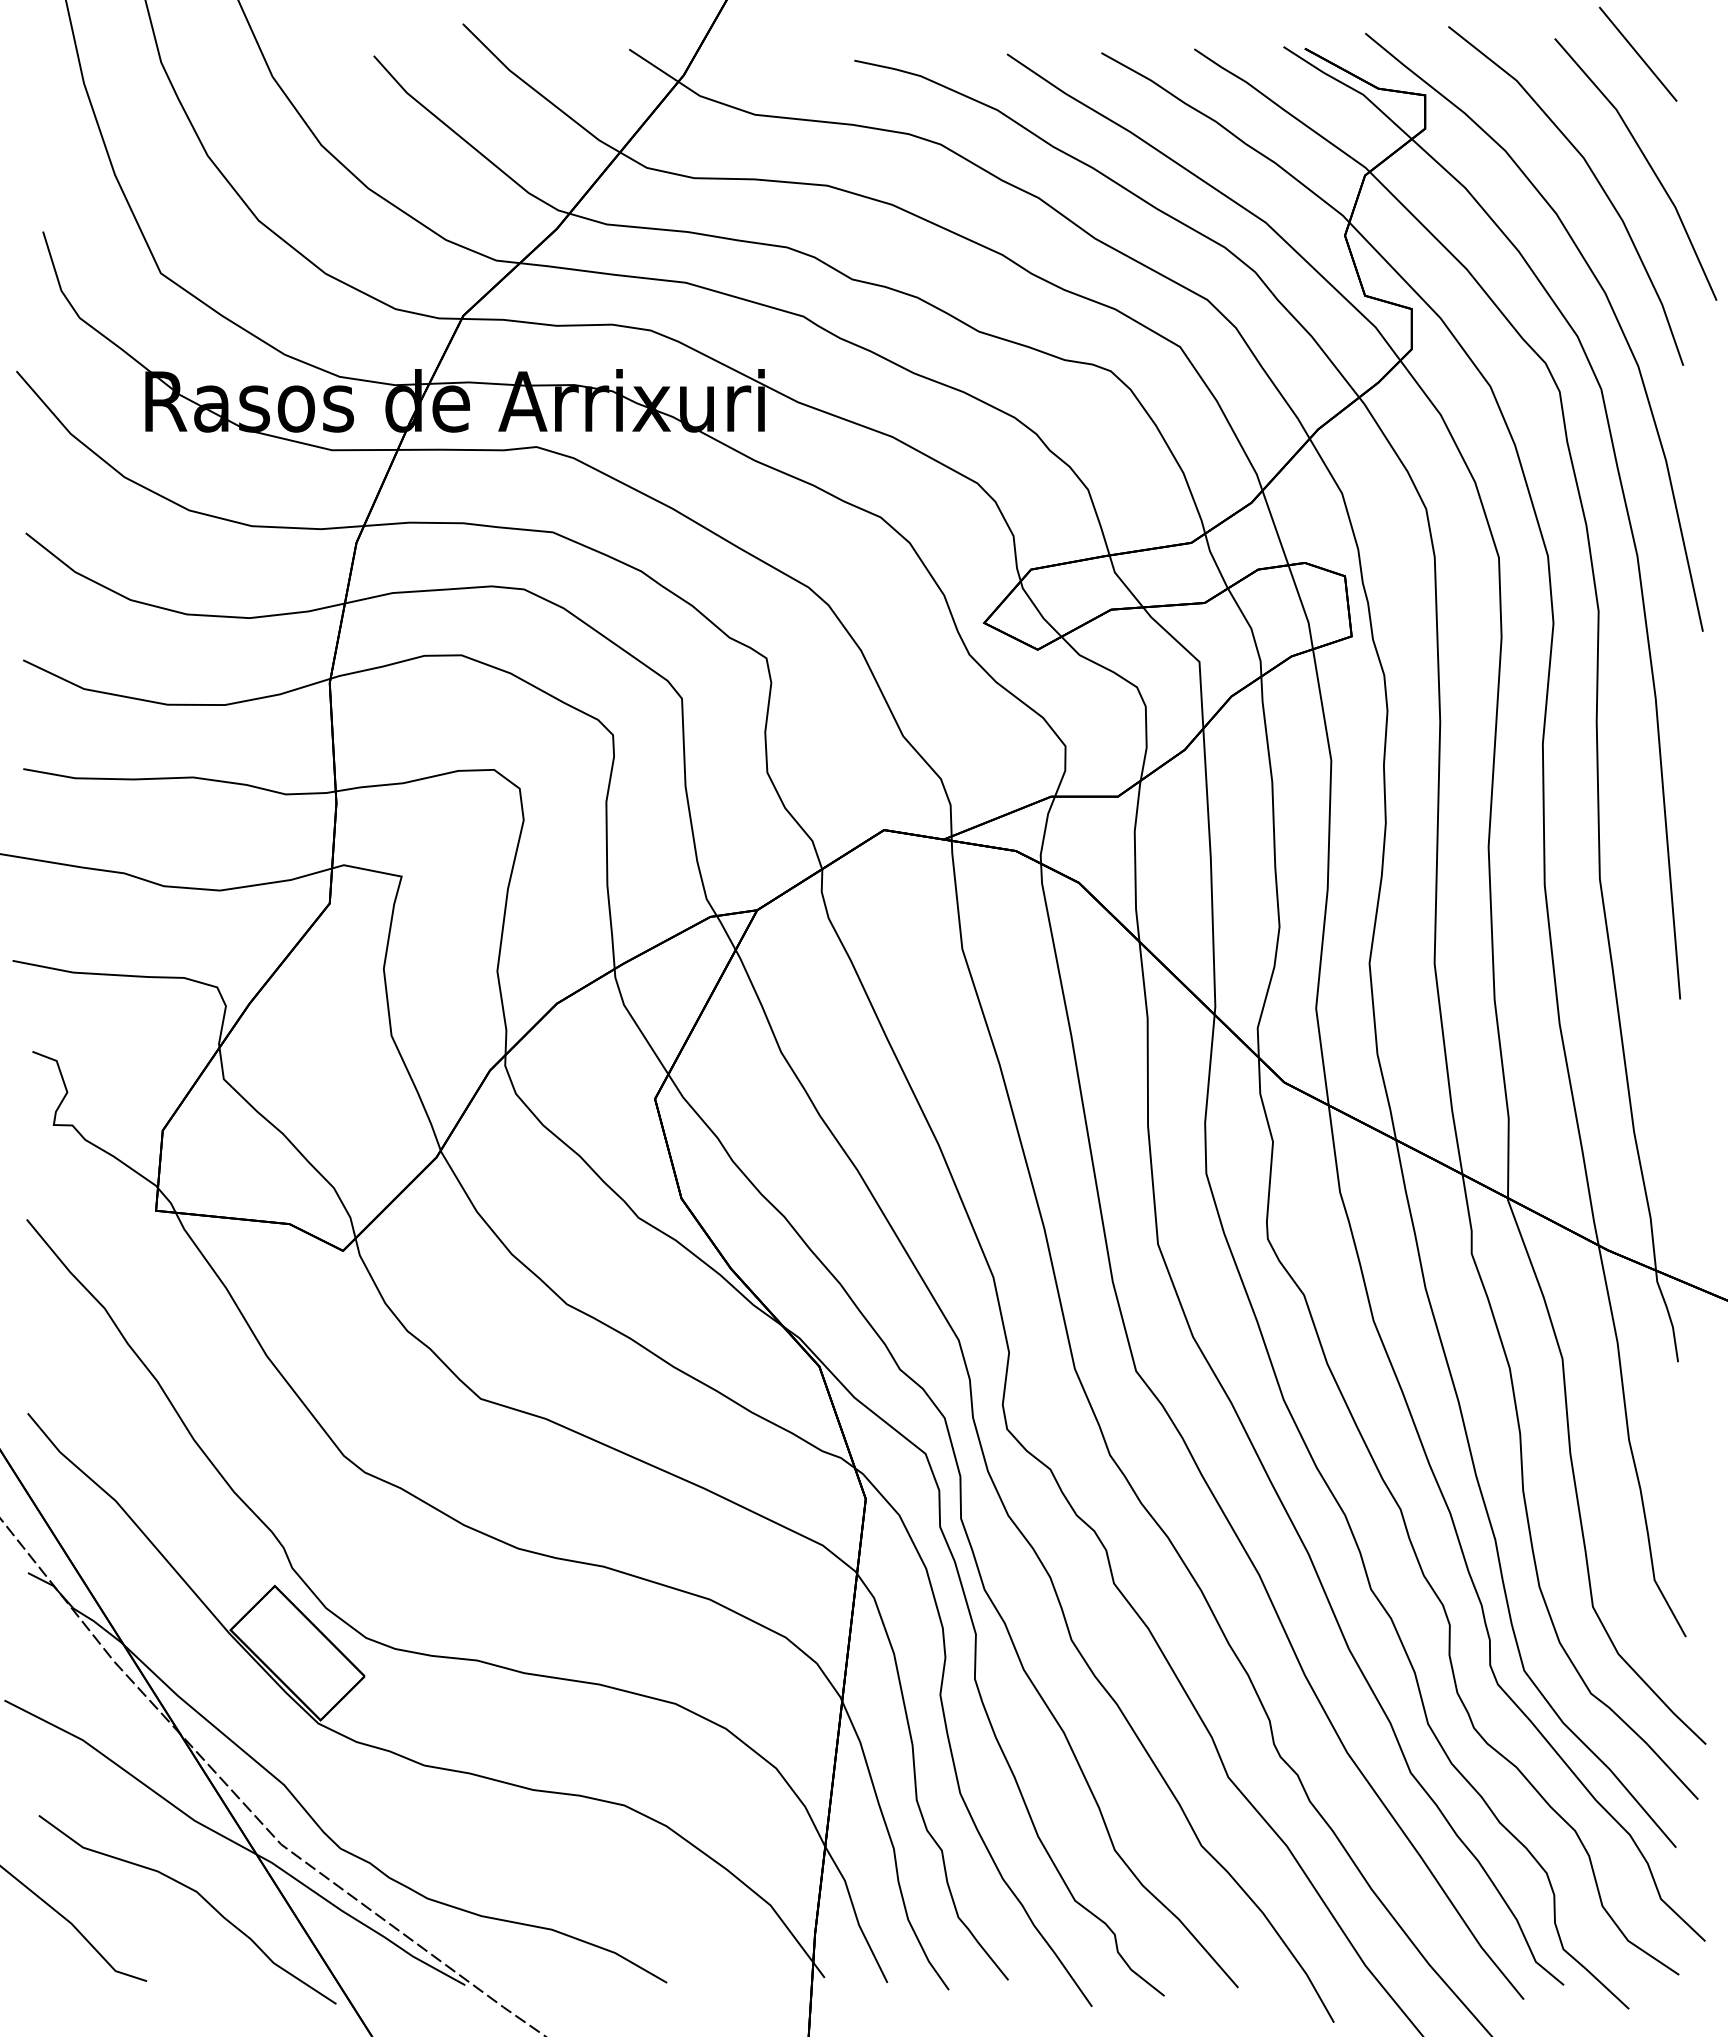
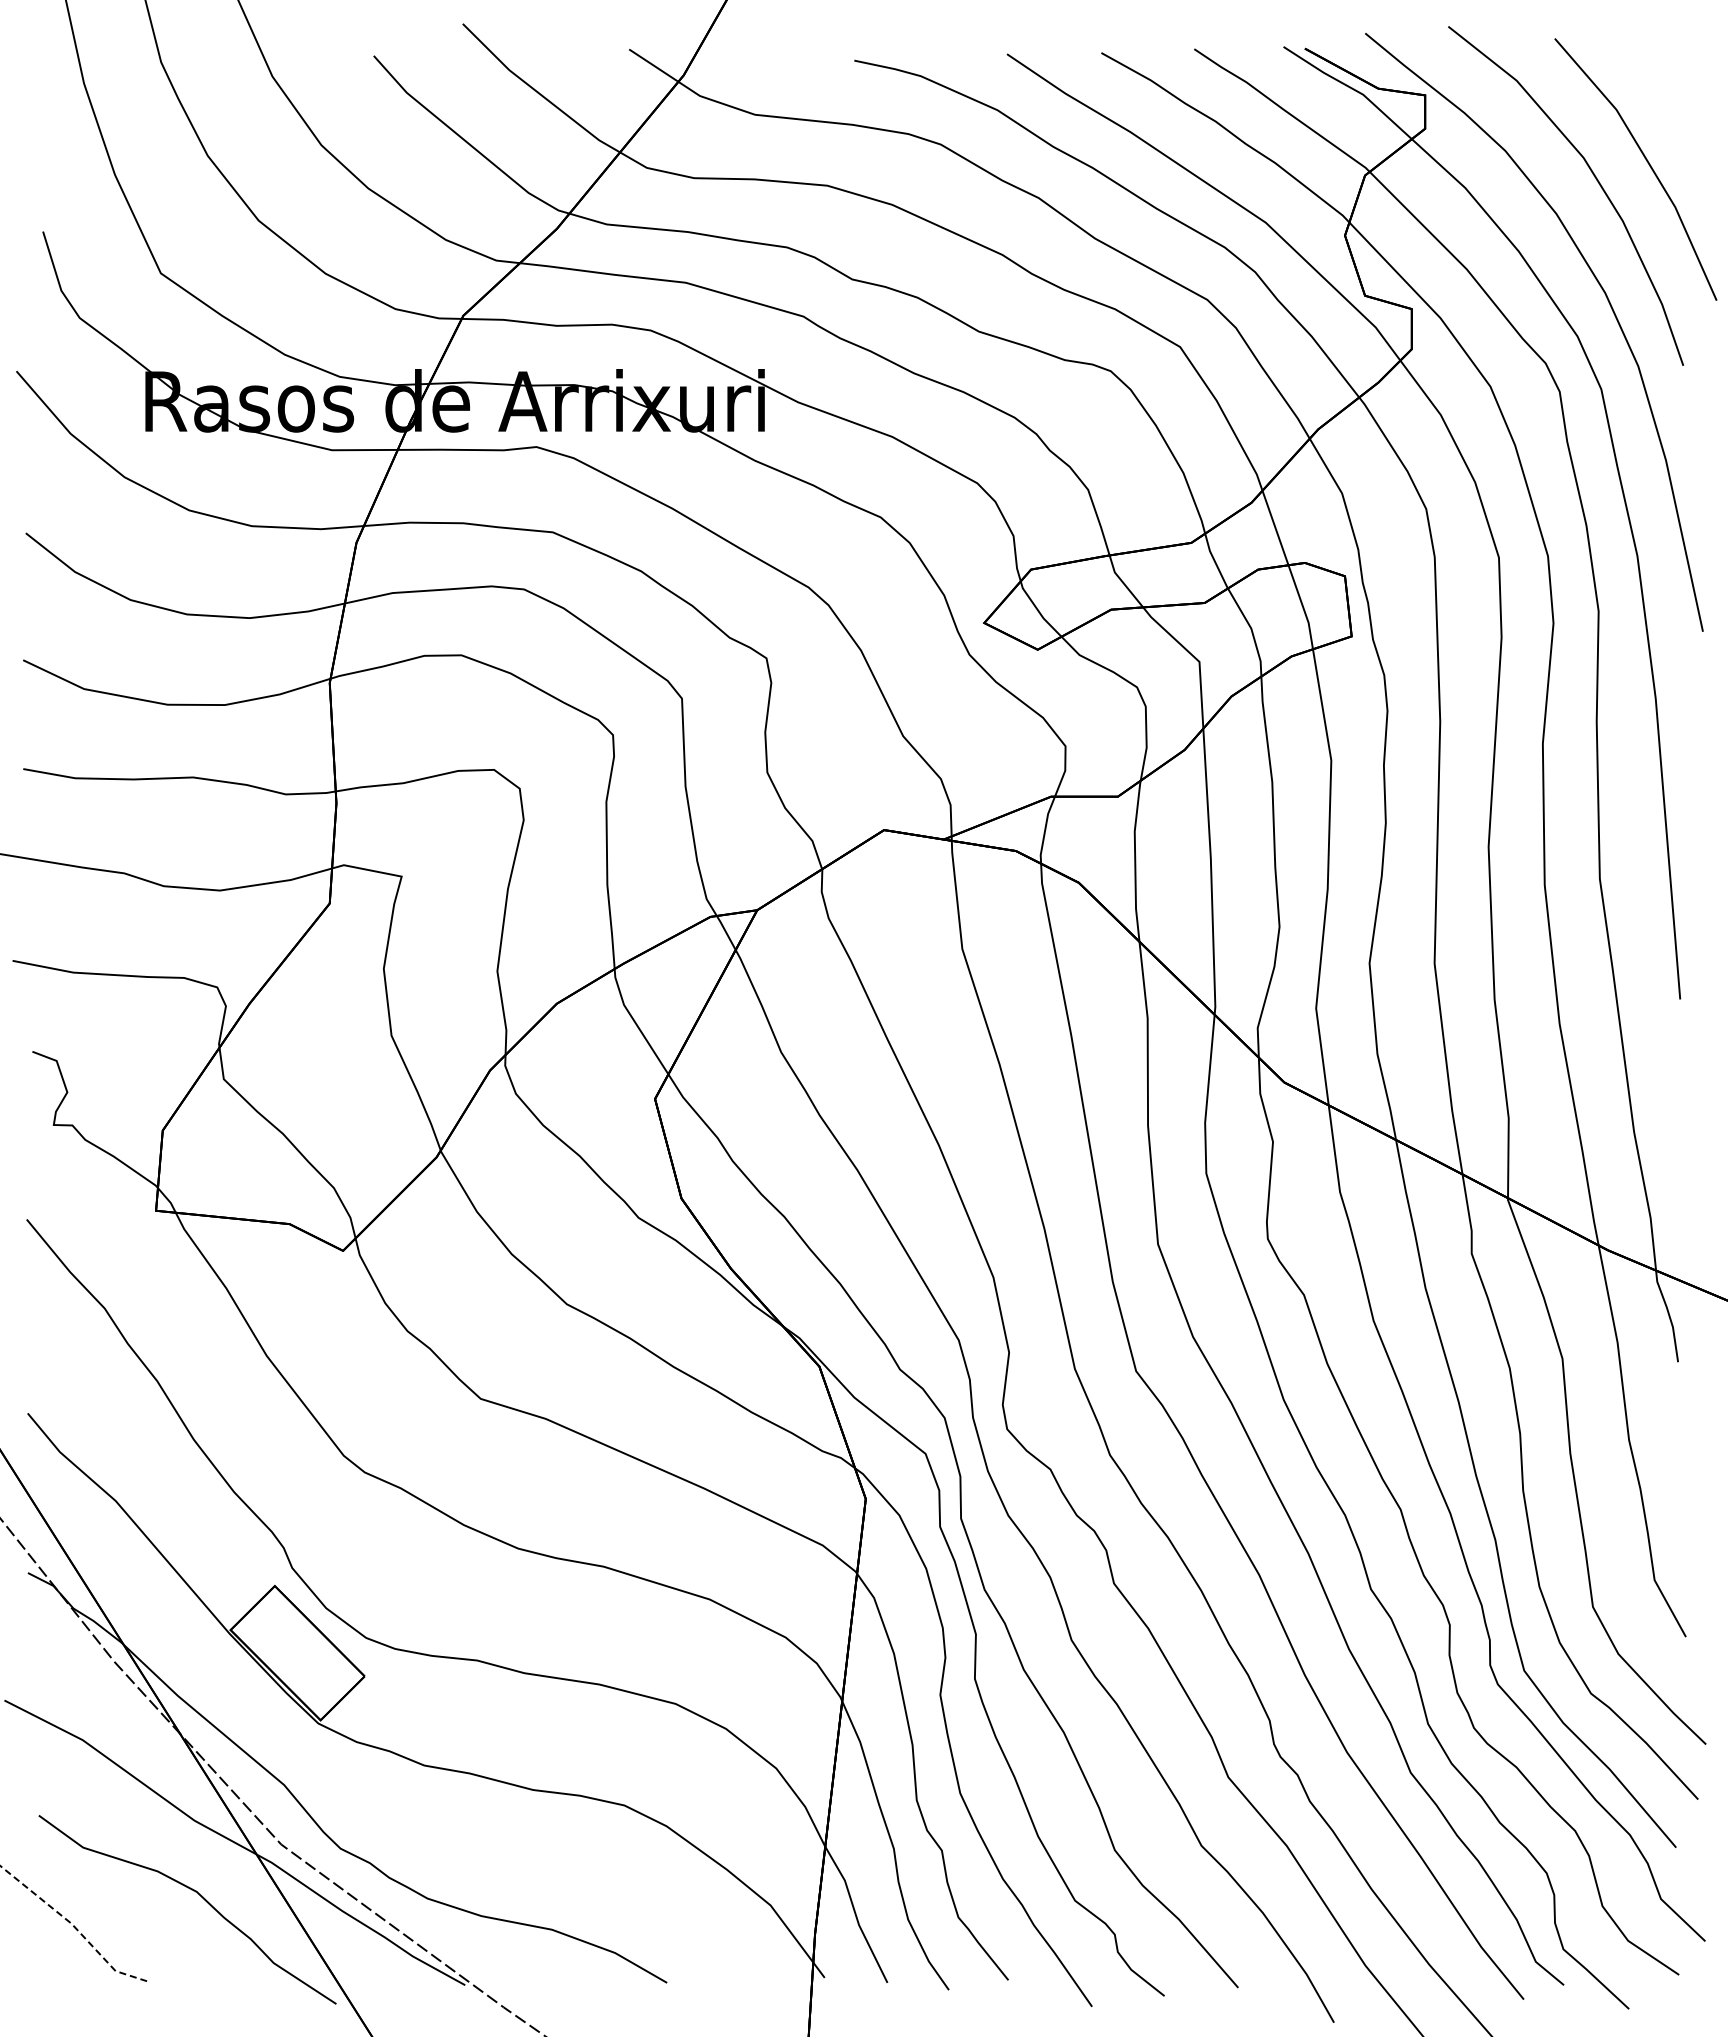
line at (1637, 53): present -> none
line at (73, 1925): solid -> dashed
